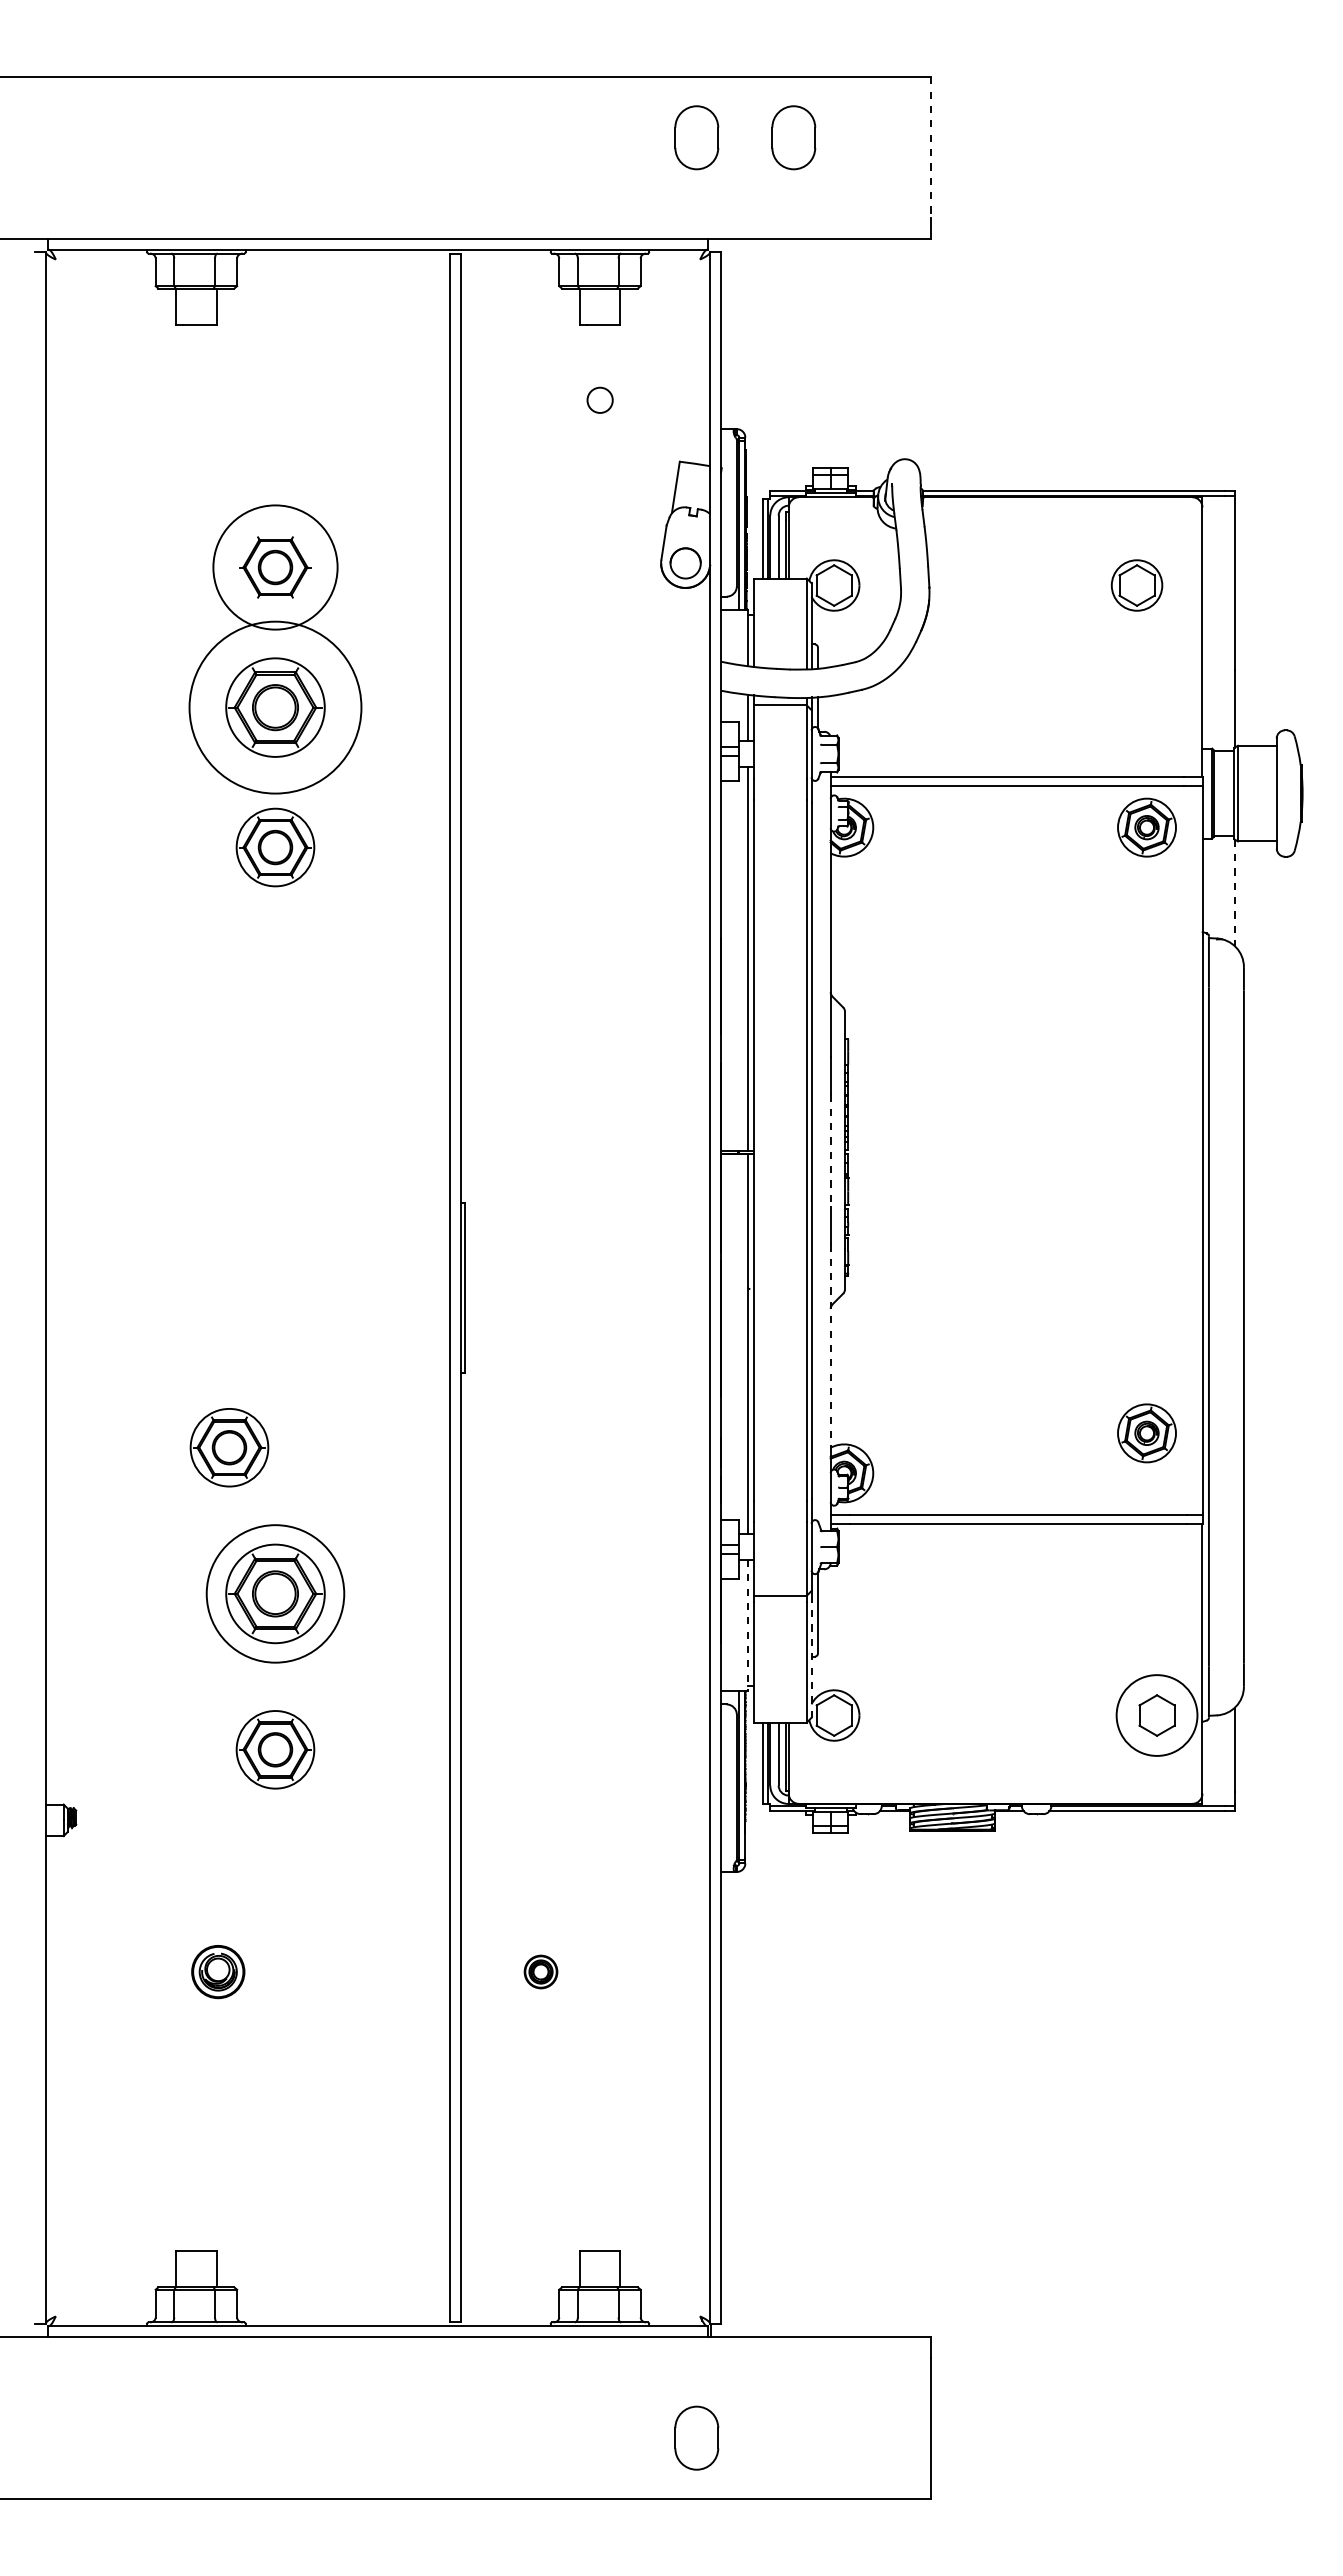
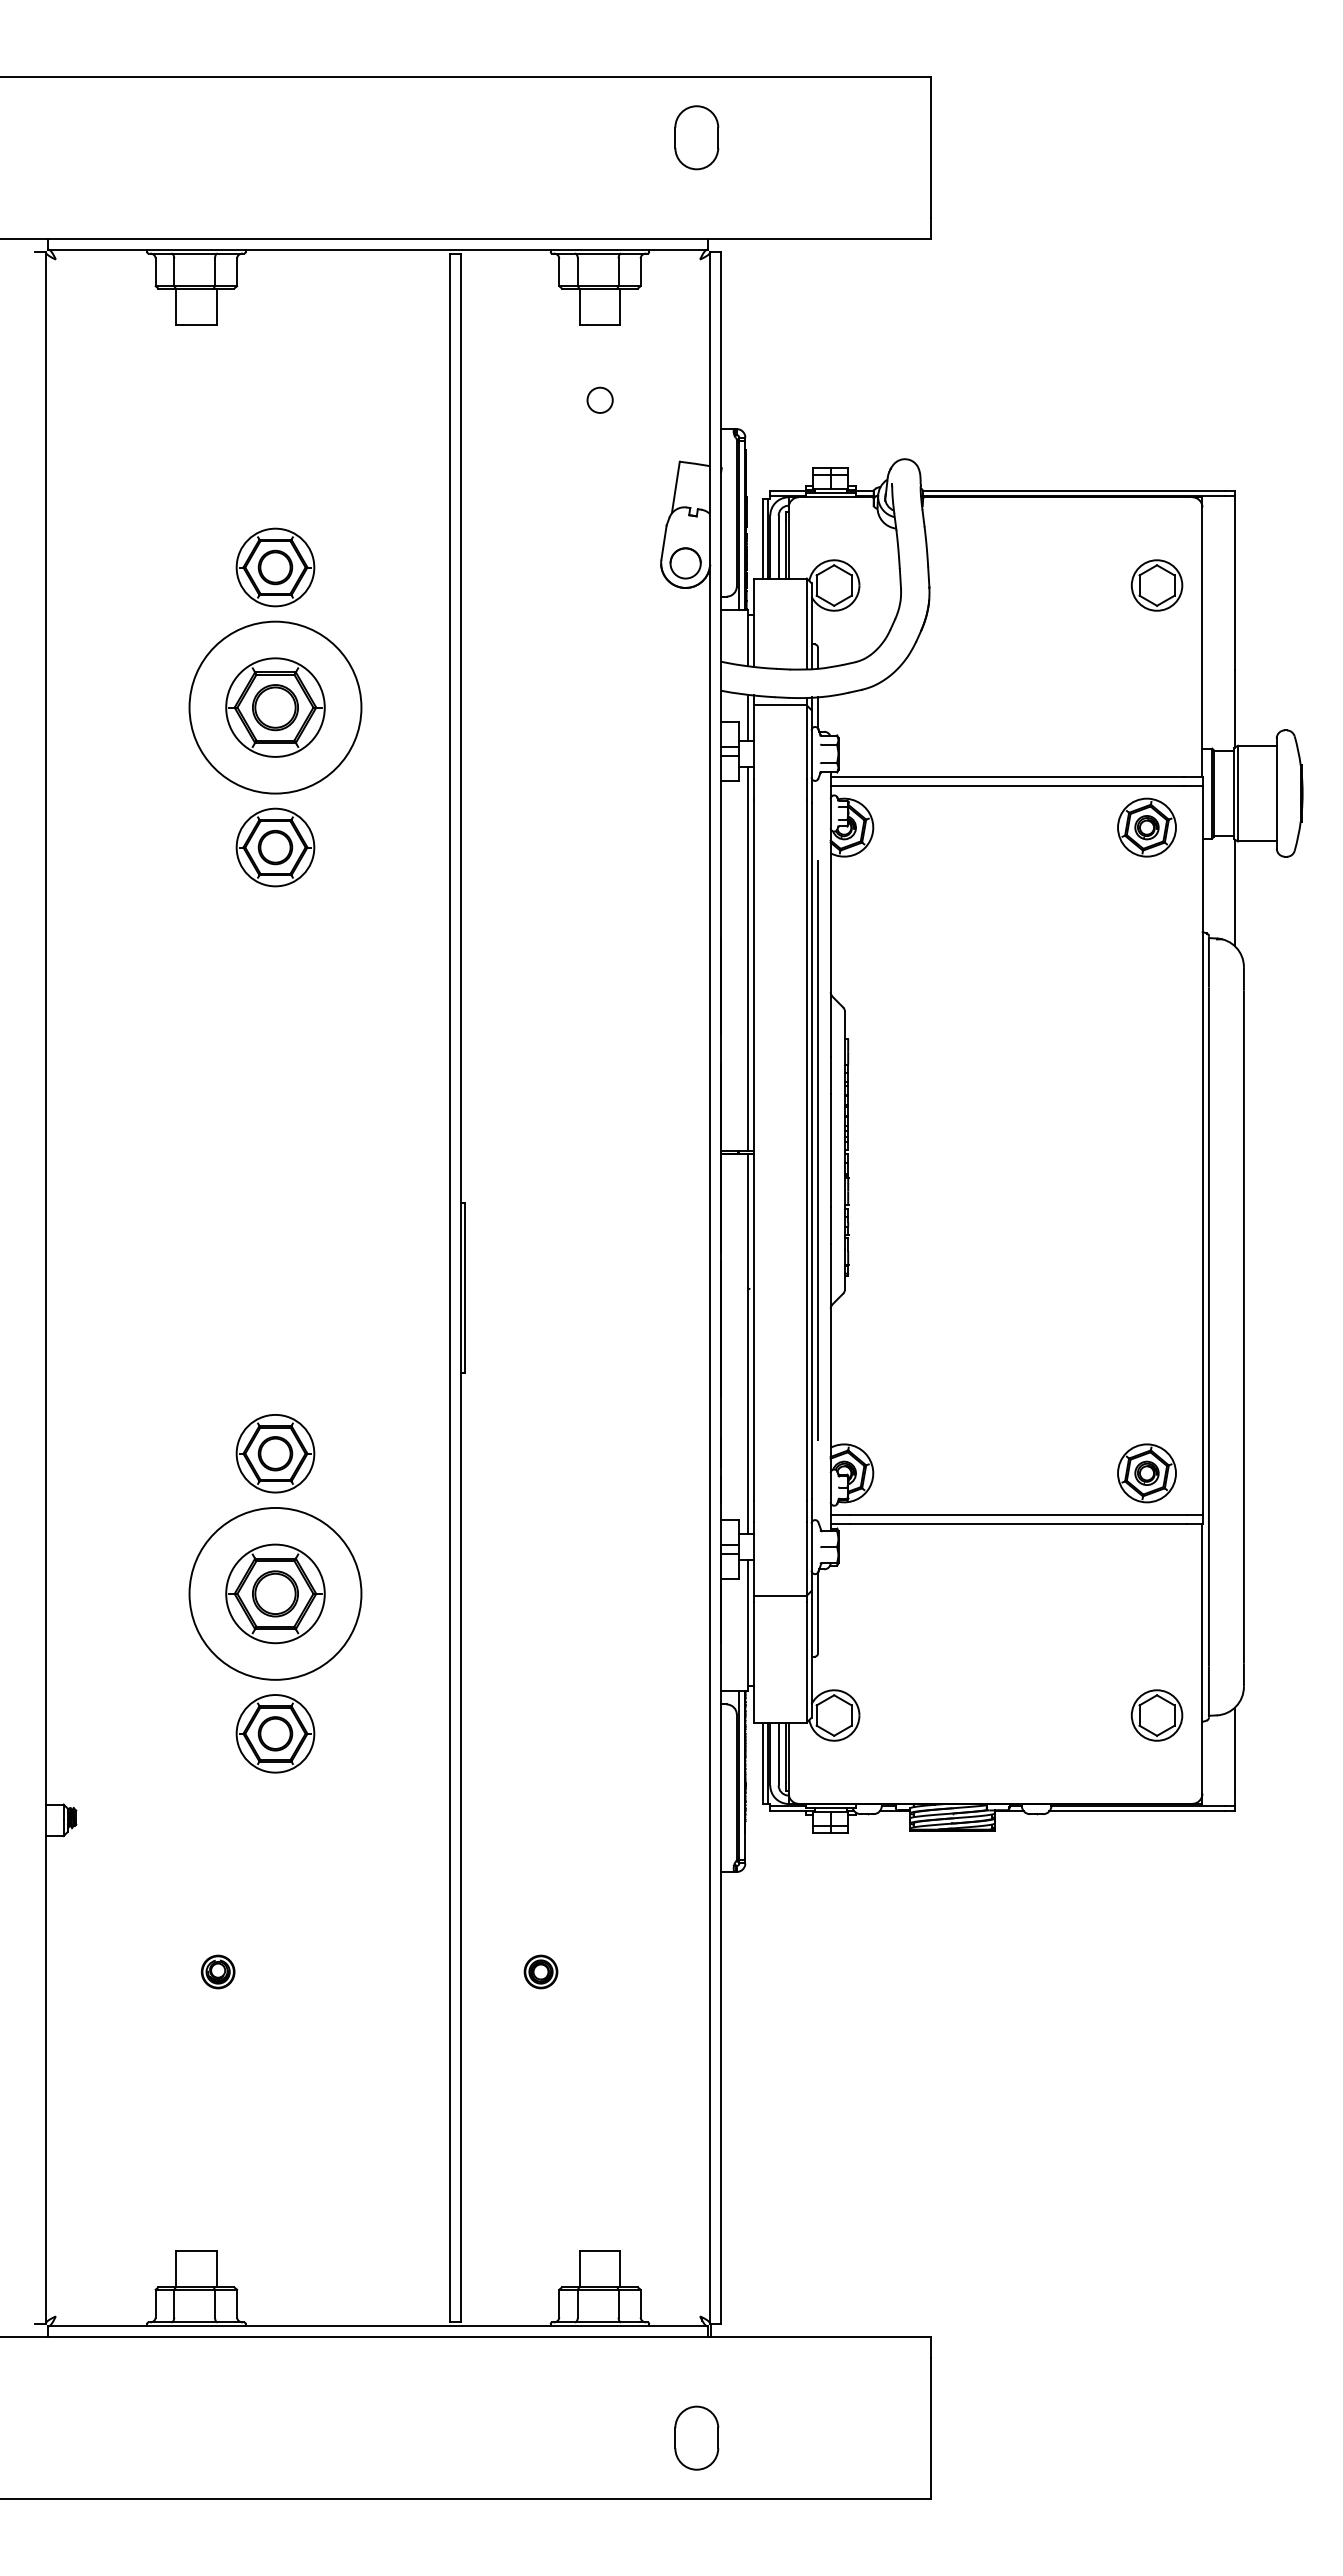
part at (793, 137): present -> none
line at (930, 148): dashed -> solid
circle at (275, 567) diameter: 124 px -> 78 px
part at (1136, 585) position: (1136, 585) -> (1156, 585)
line at (1234, 893): dashed -> solid
line at (817, 1150): none -> present
line at (830, 1151): dashed -> solid
line at (830, 1349): dashed -> solid
part at (1146, 1433) position: (1146, 1433) -> (1146, 1473)
part at (229, 1447) position: (229, 1447) -> (275, 1453)
circle at (275, 1593) diameter: 138 px -> 172 px
line at (748, 1625): dashed -> solid
line at (811, 1658): dashed -> solid
circle at (1156, 1715) diameter: 81 px -> 51 px
part at (275, 1749) position: (275, 1749) -> (275, 1733)
part at (218, 1972) size: 55x55 px -> 36x36 px
